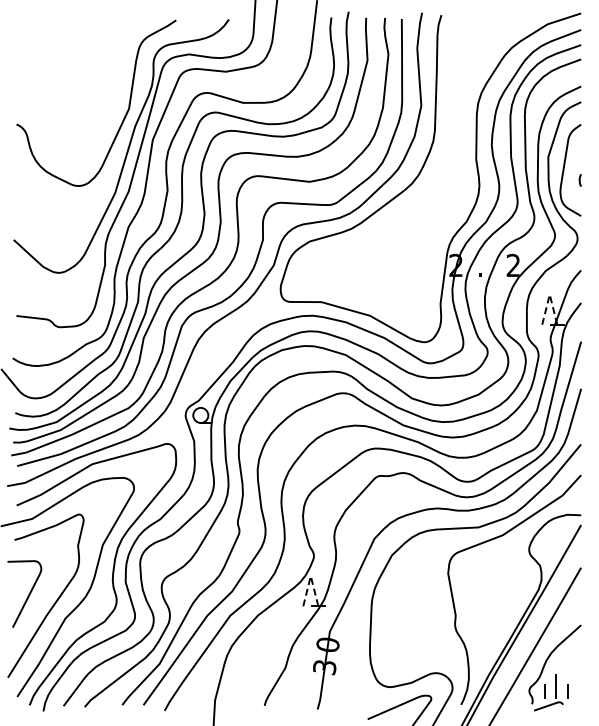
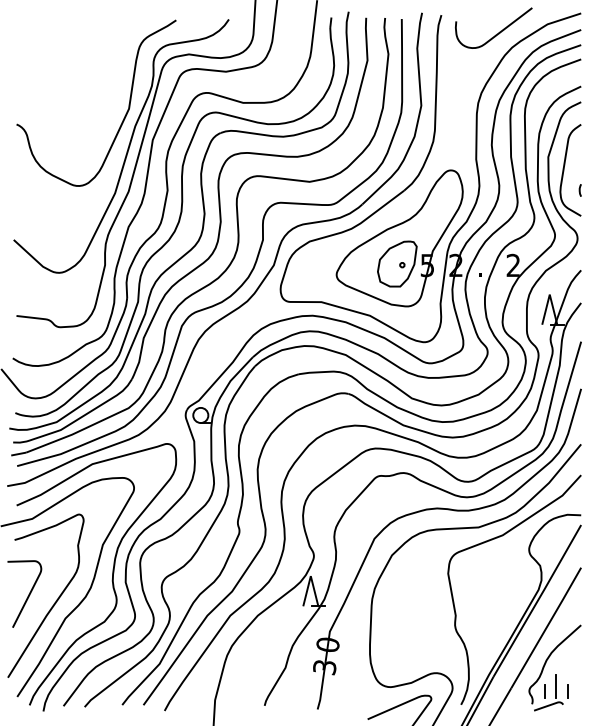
curve at (498, 32): none -> present
curve at (579, 180) position: (579, 180) -> (579, 190)
part at (399, 238): none -> present
line at (549, 294): dashed -> solid
line at (310, 576): dashed -> solid
